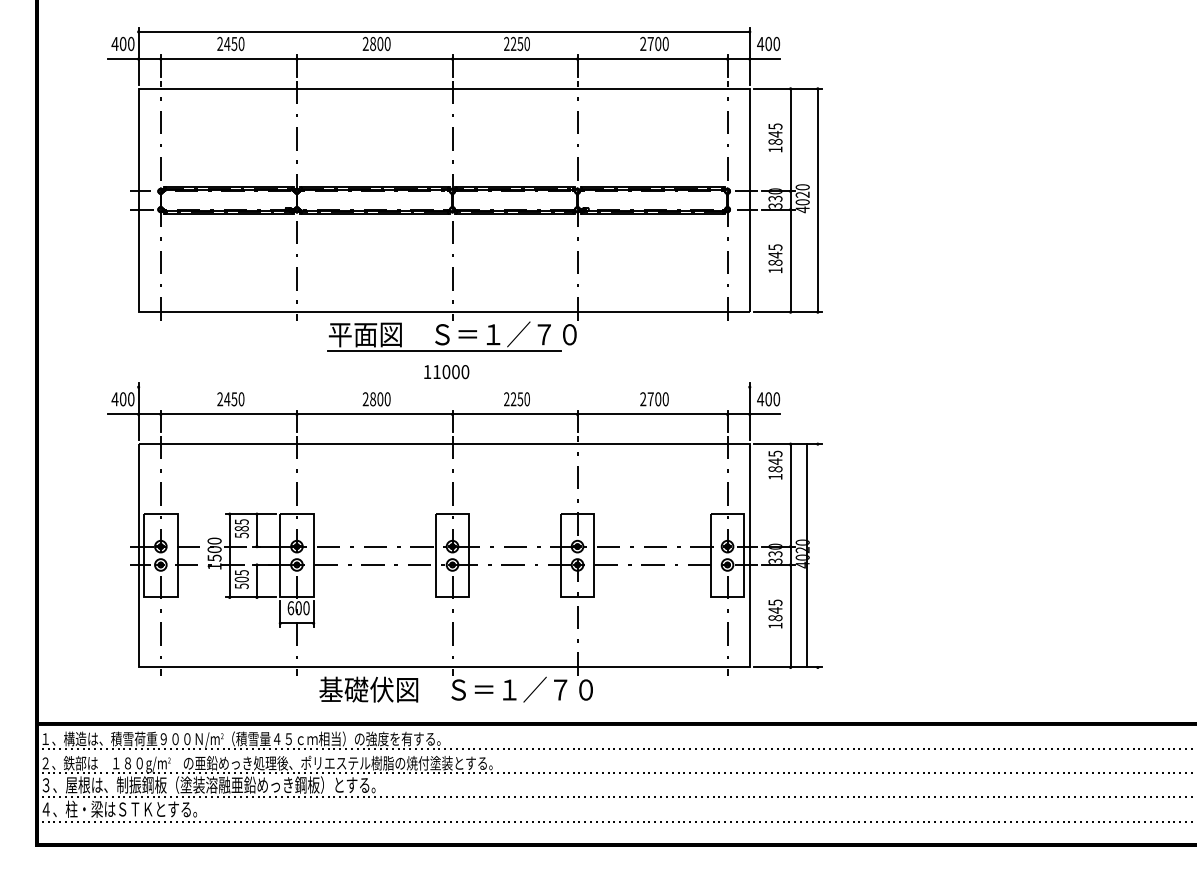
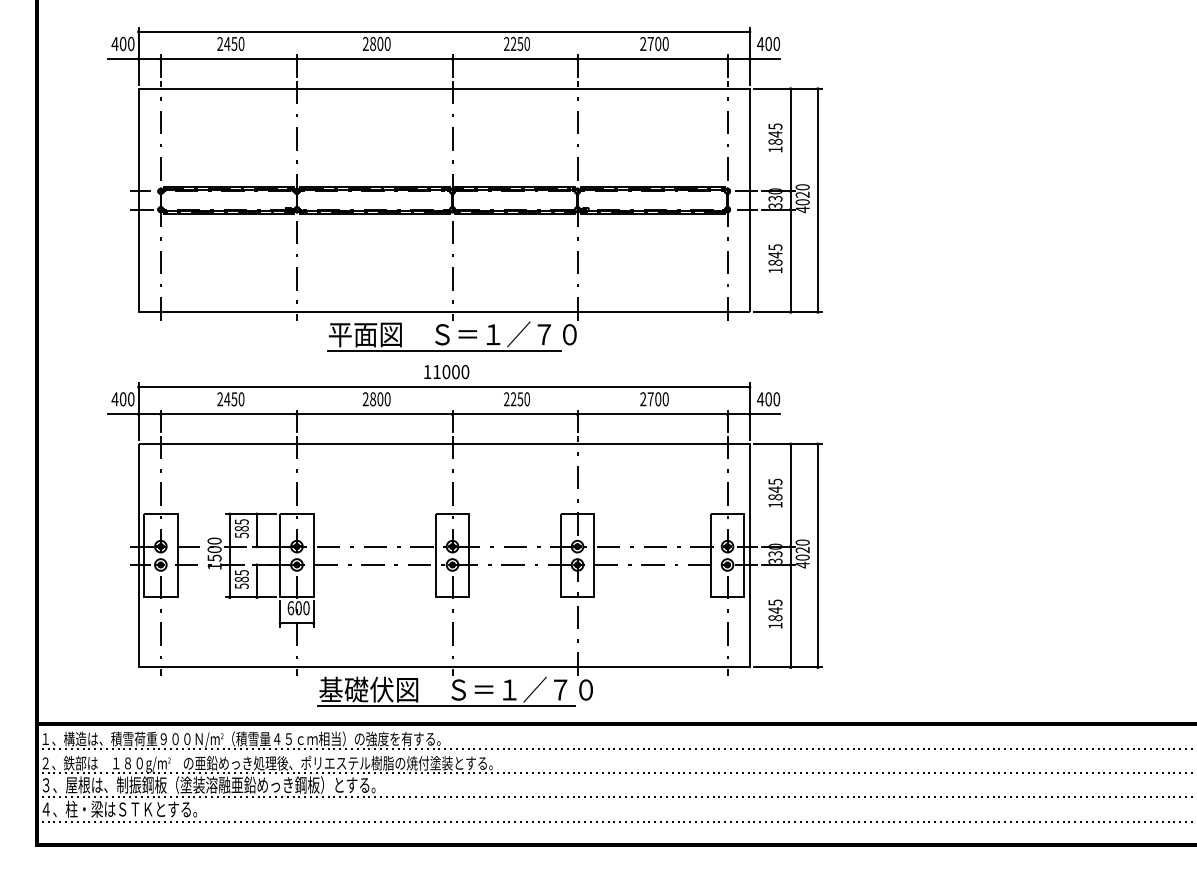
line at (443, 387): none -> present
text at (775, 464) position: (775, 464) -> (775, 492)
line at (806, 555) position: (806, 555) -> (817, 555)
text at (241, 579): 505 -> 585
line at (446, 706): none -> present
